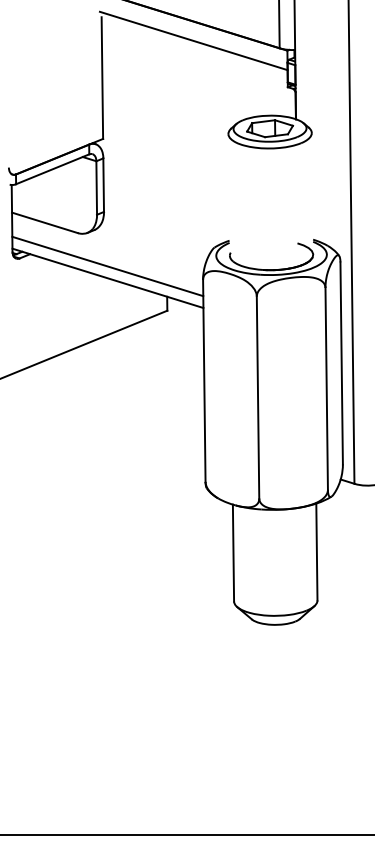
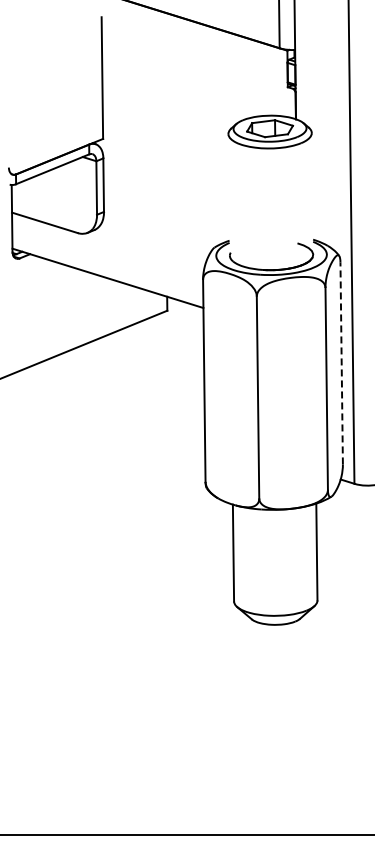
line at (193, 40): present -> none
line at (107, 266): present -> none
line at (341, 362): solid -> dashed
